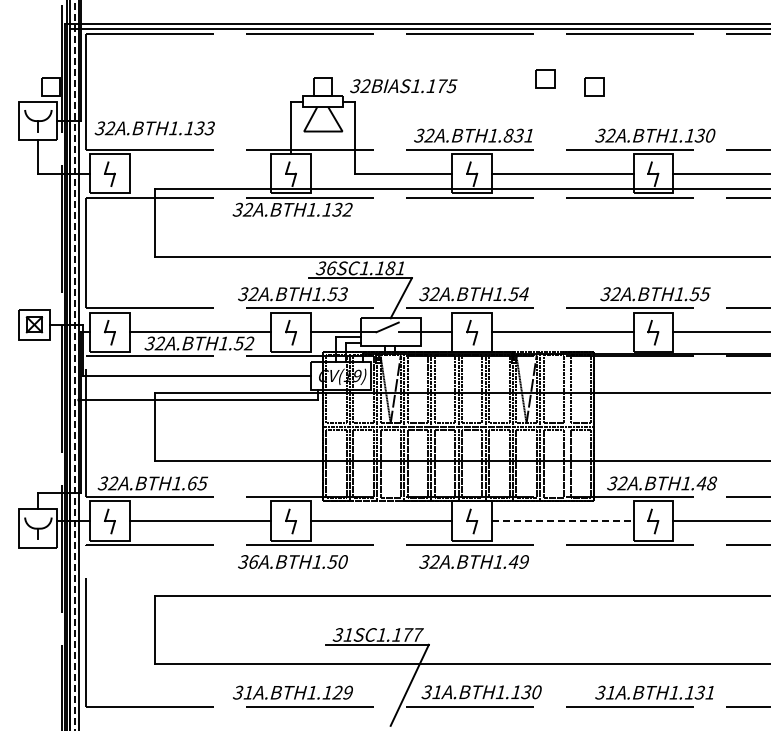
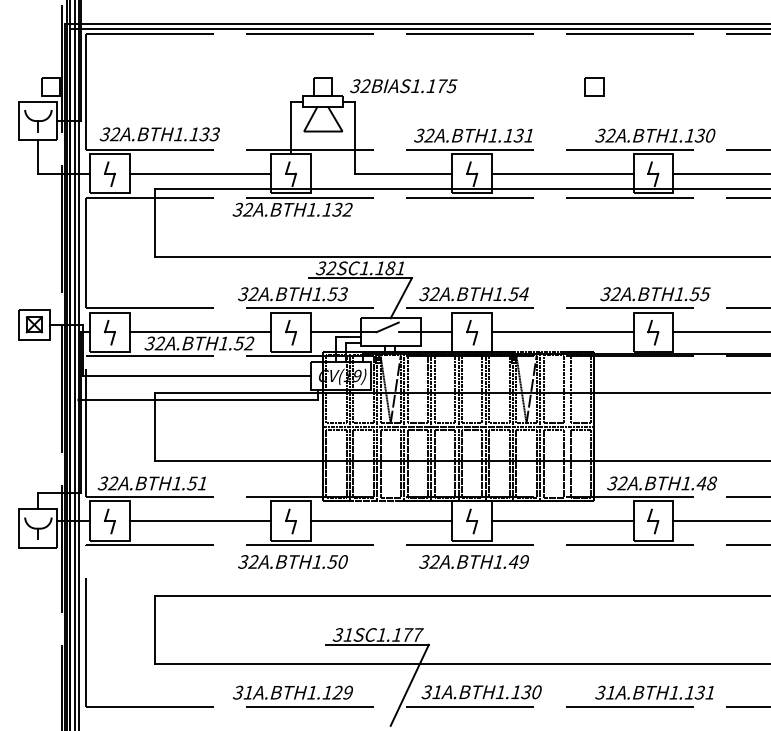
part at (545, 78): present -> none
text at (154, 128) position: (154, 128) -> (159, 134)
text at (508, 135): 1.831 -> 1.131
line at (200, 173): none -> present
text at (331, 268): 36SC1.181 -> 32SC1.181
line at (74, 365): dashed -> solid
text at (196, 483): 1.65 -> 1.51
line at (562, 521): dashed -> solid
text at (253, 561): 36 -> 32
